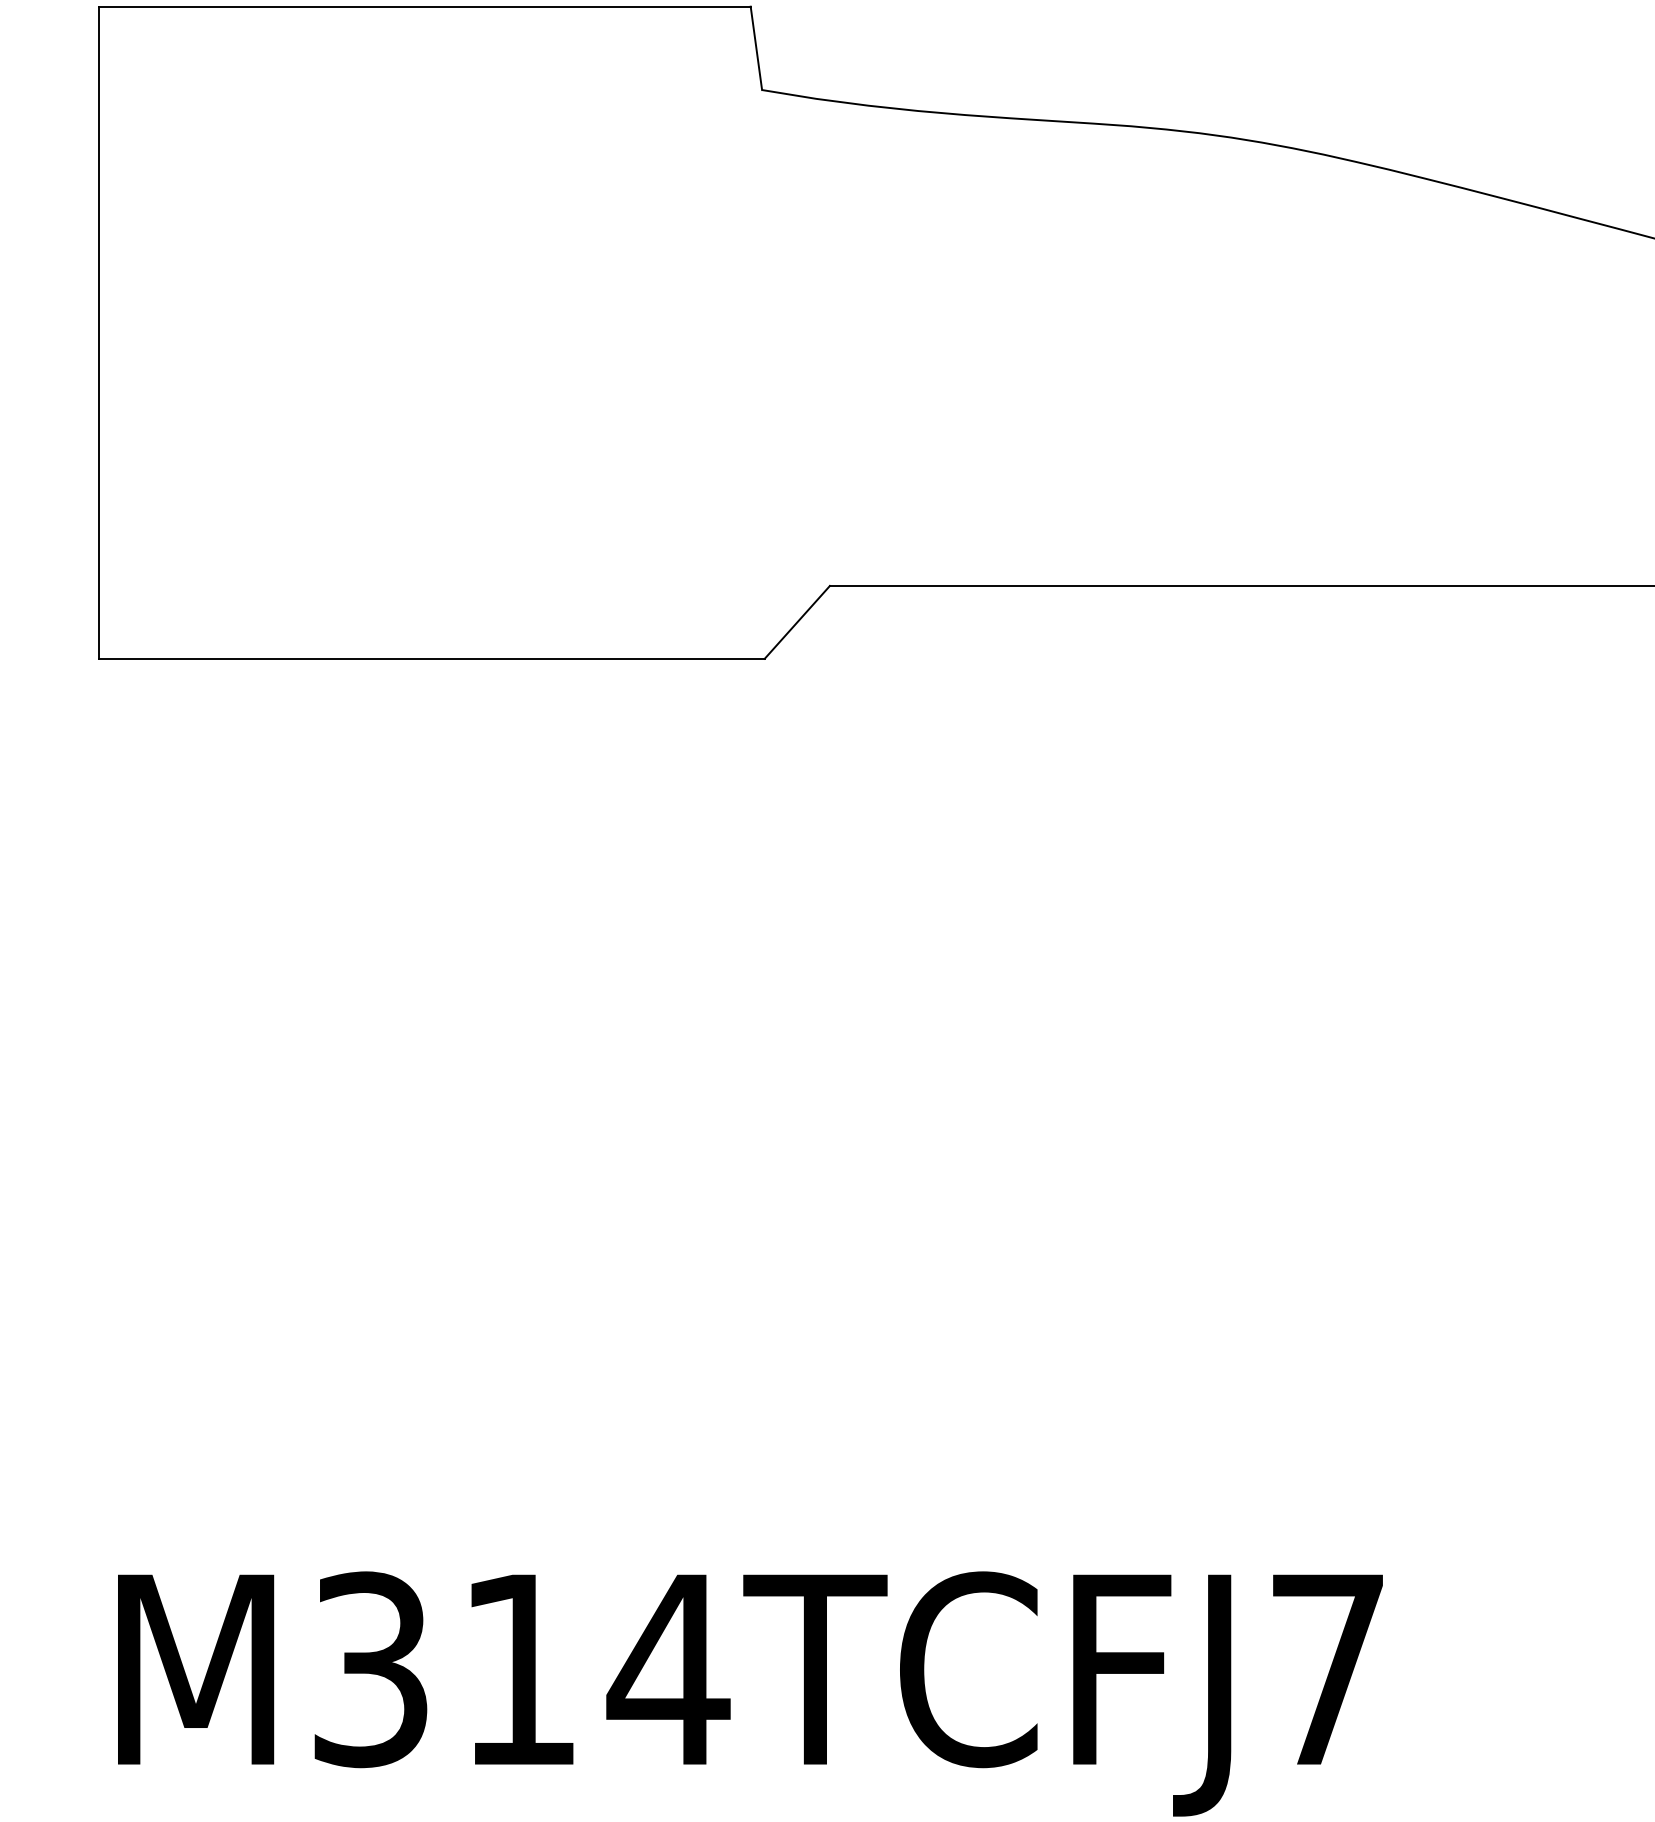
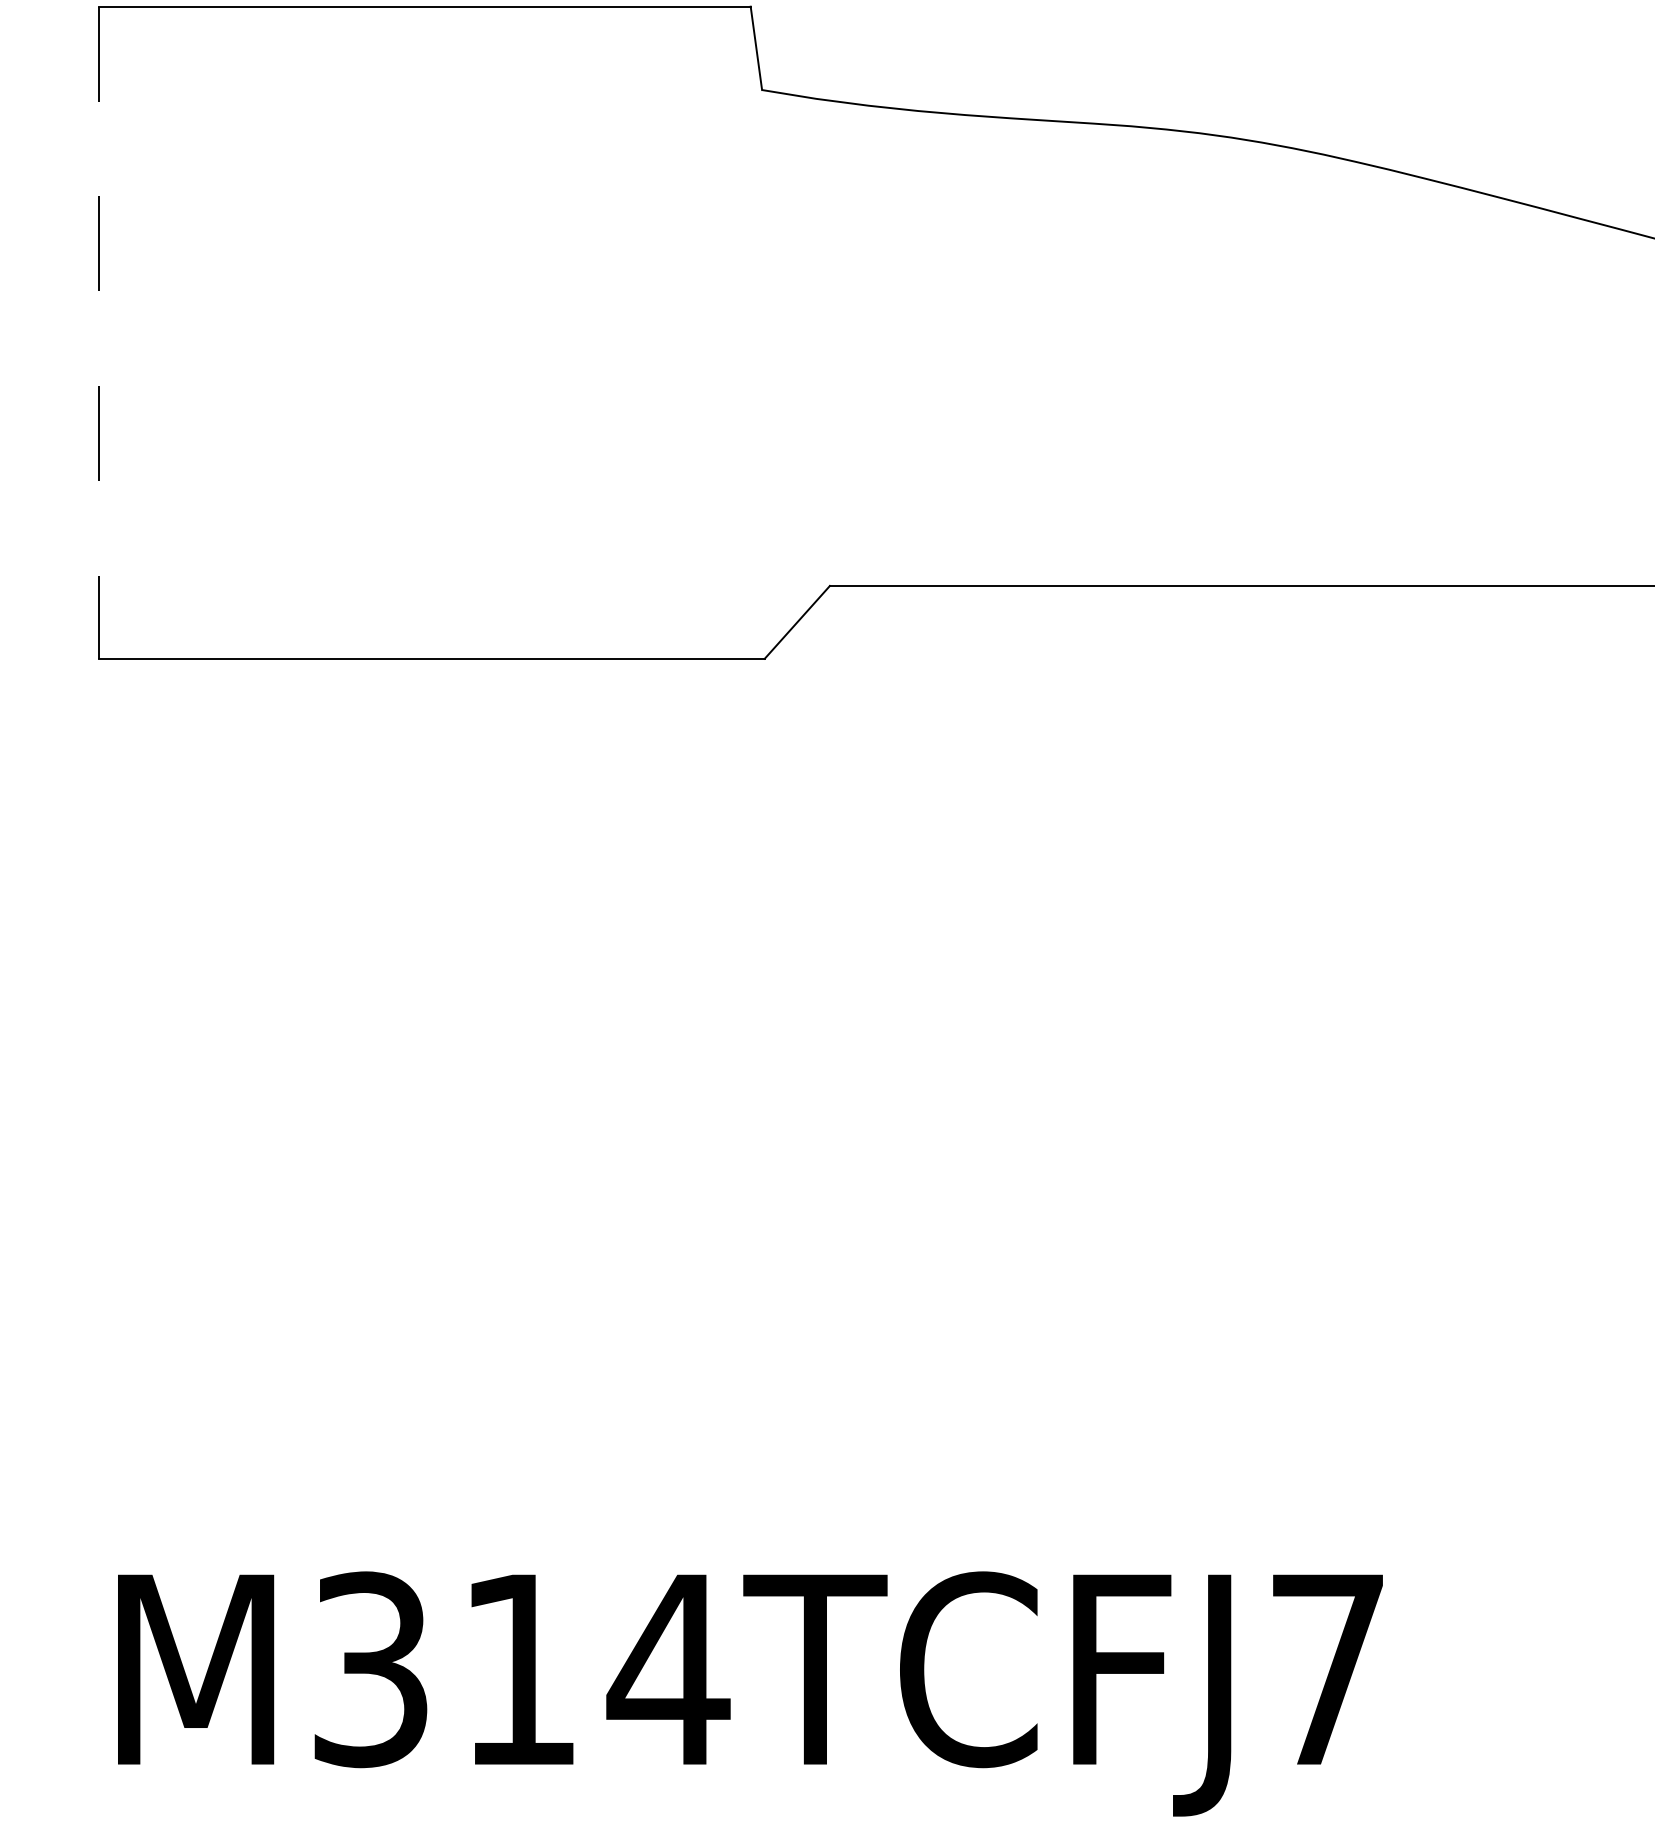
line at (98, 333): solid -> dashed
